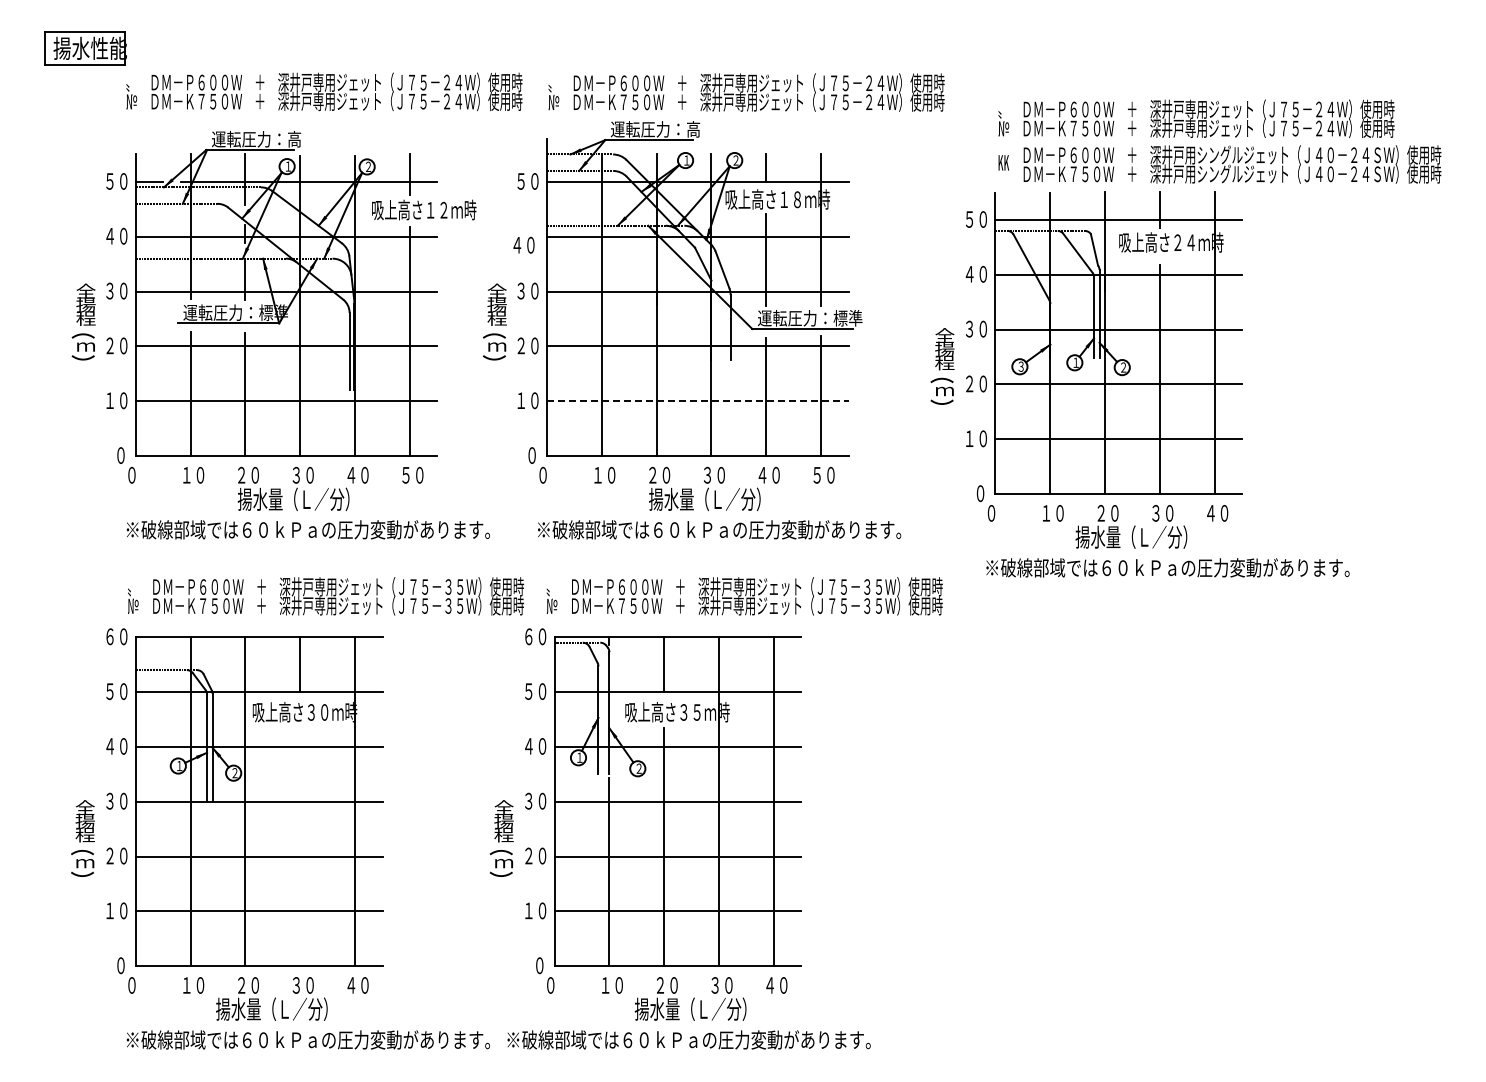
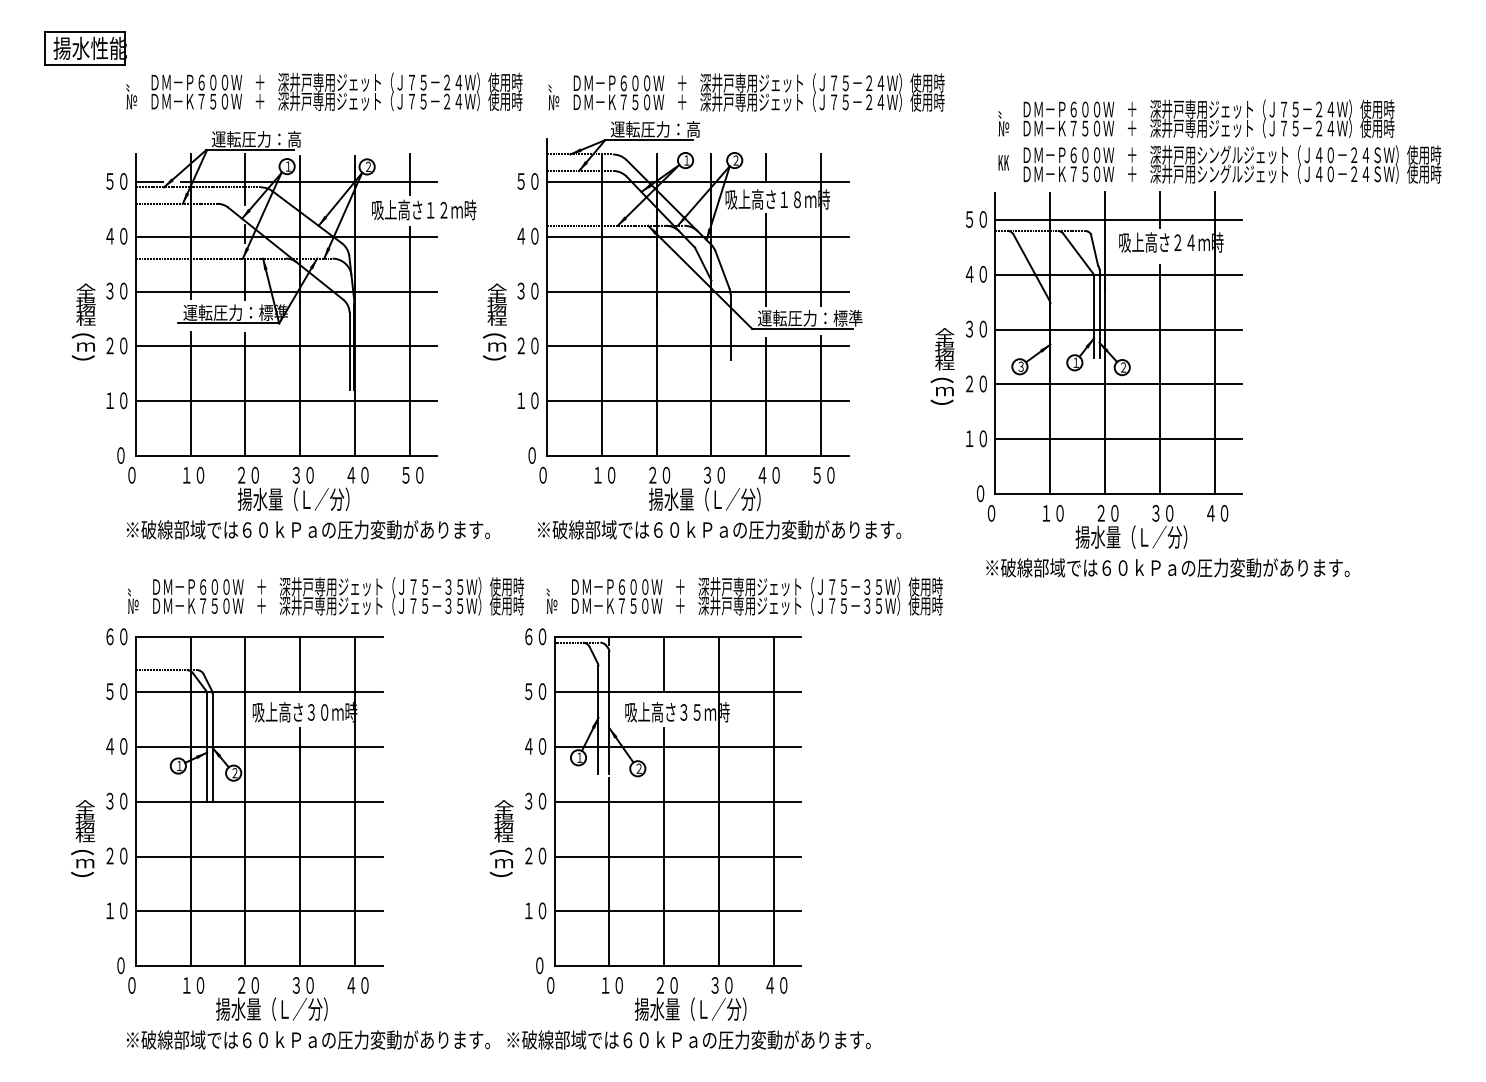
text at (523, 244) position: (523, 244) -> (527, 235)
line at (697, 401): dashed -> solid
line at (300, 846): none -> present
